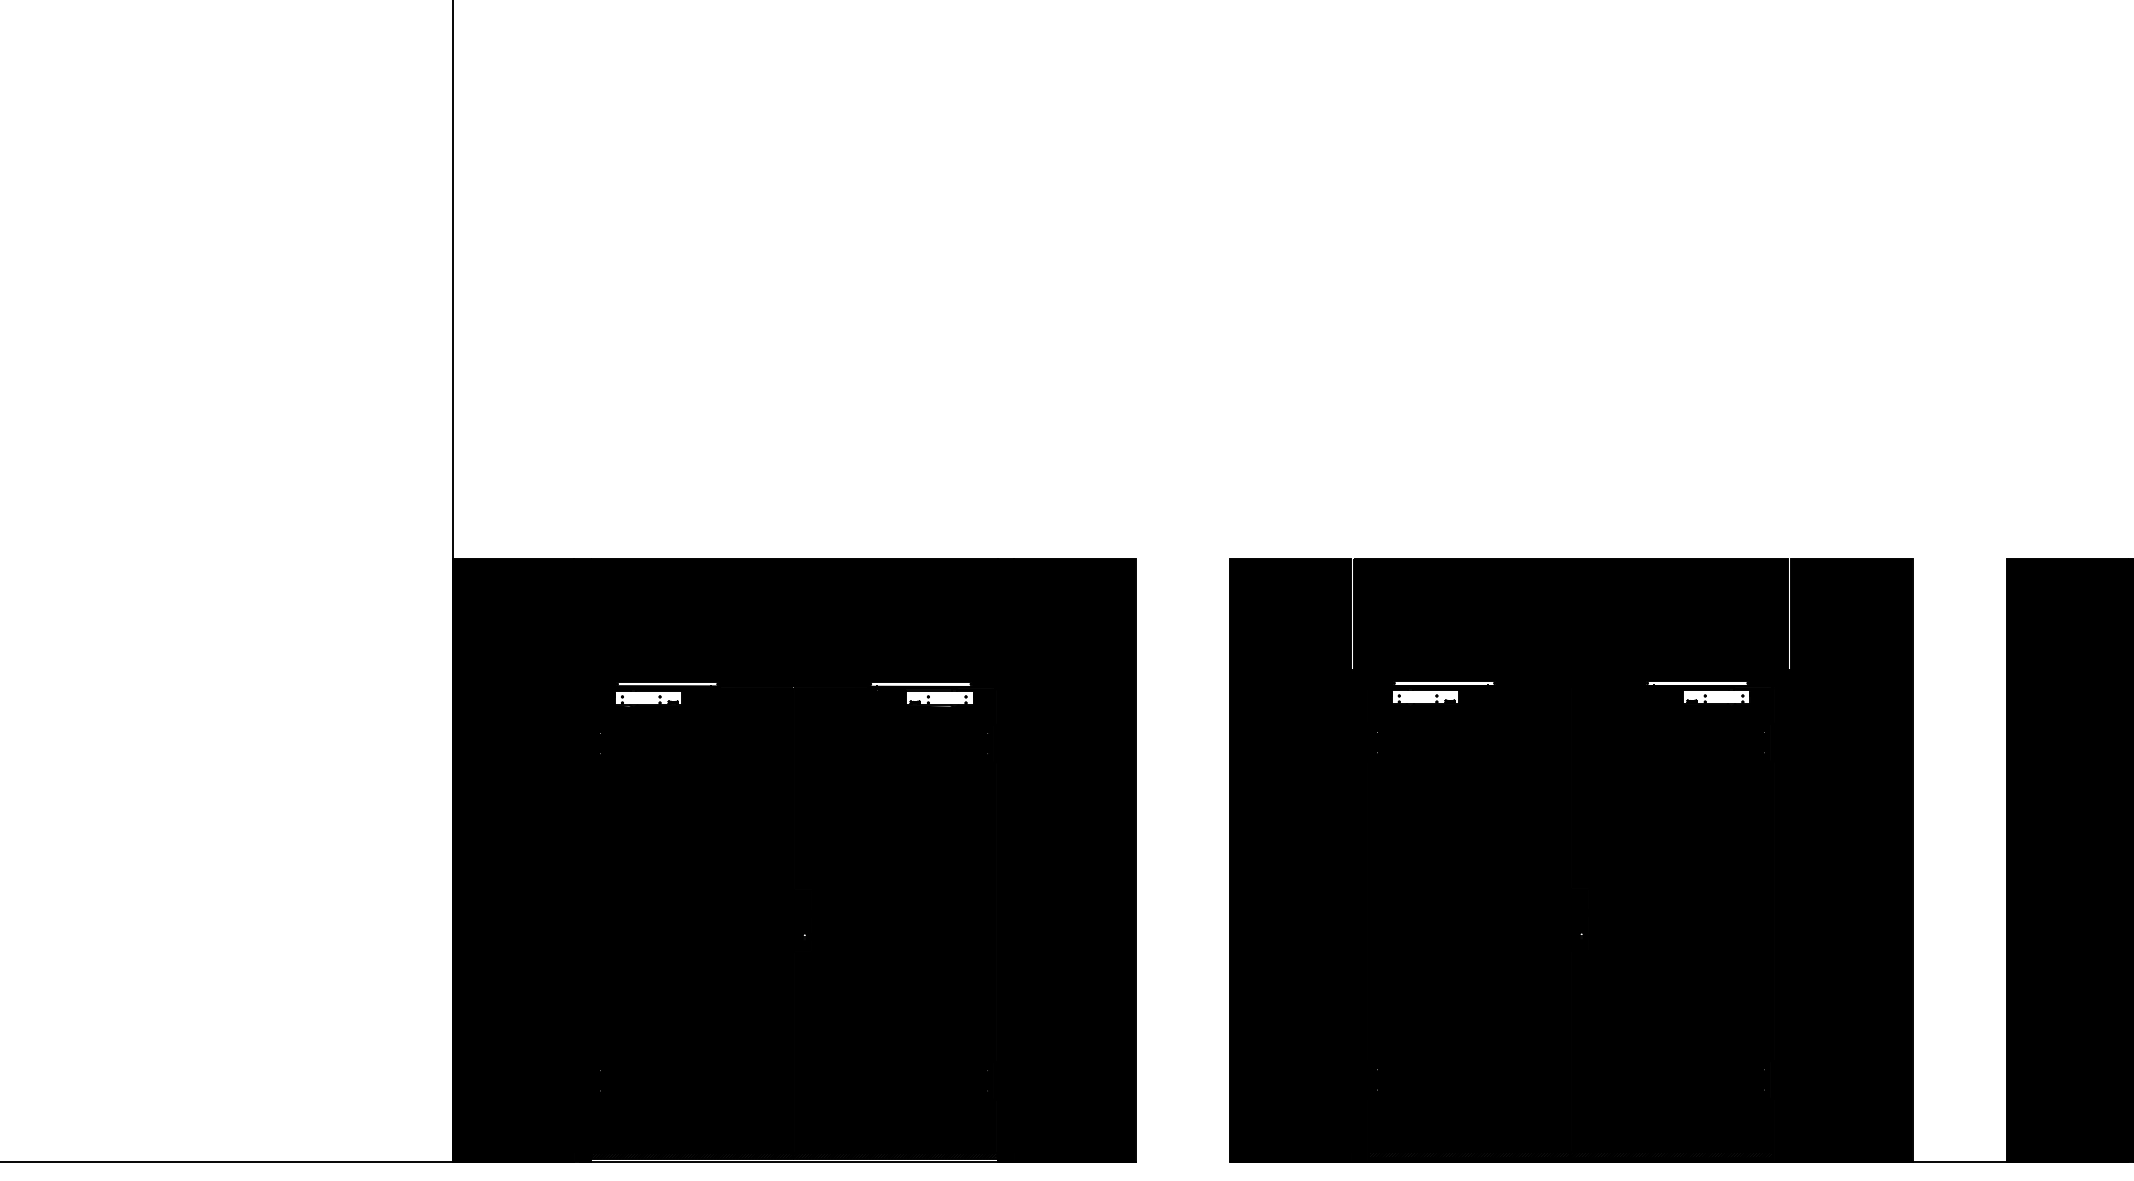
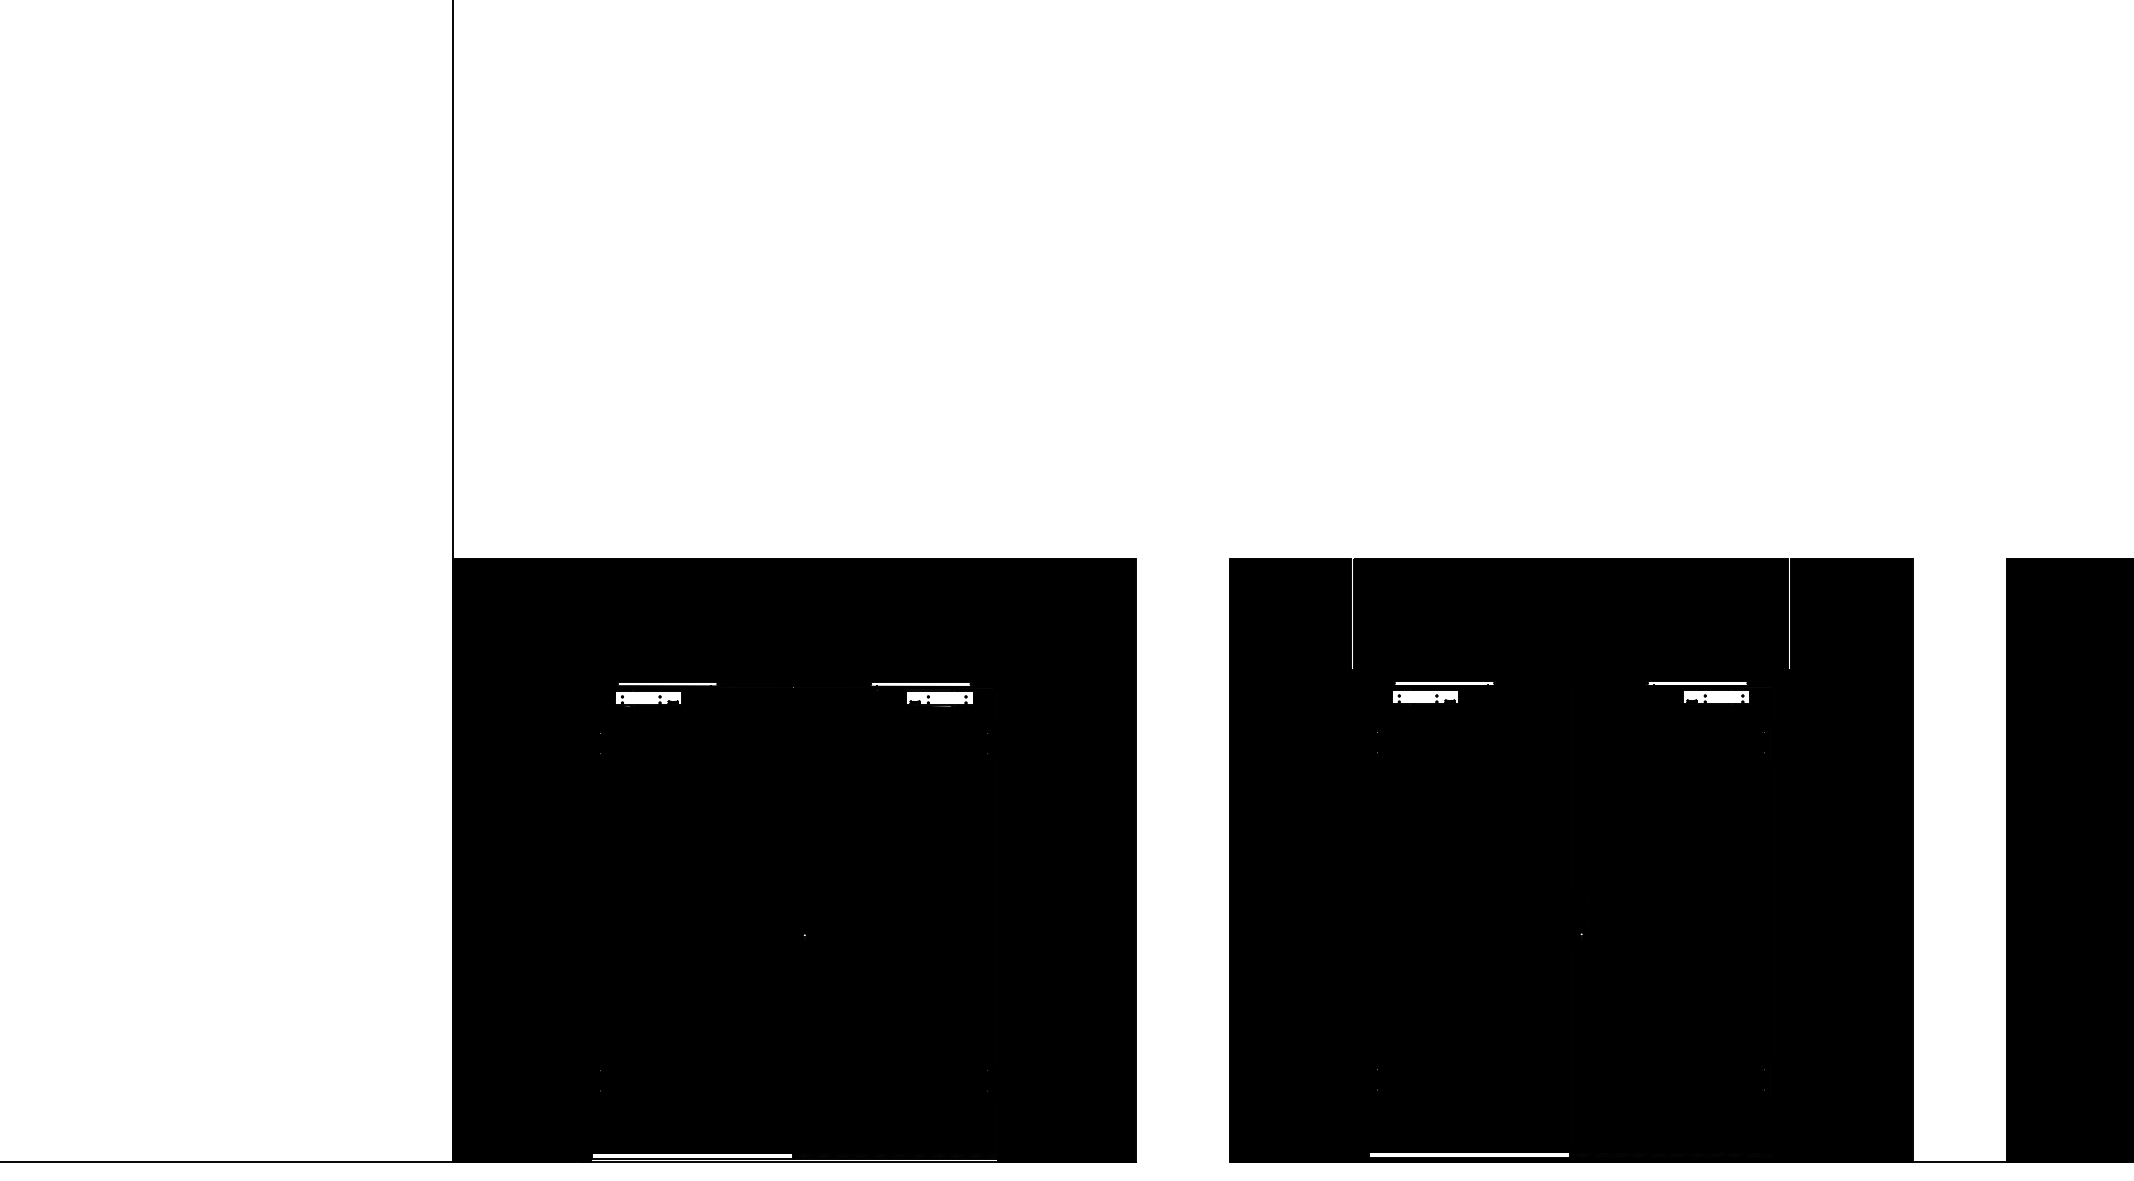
hatch at (1469, 1154): present -> none
hatch at (692, 1155): present -> none
